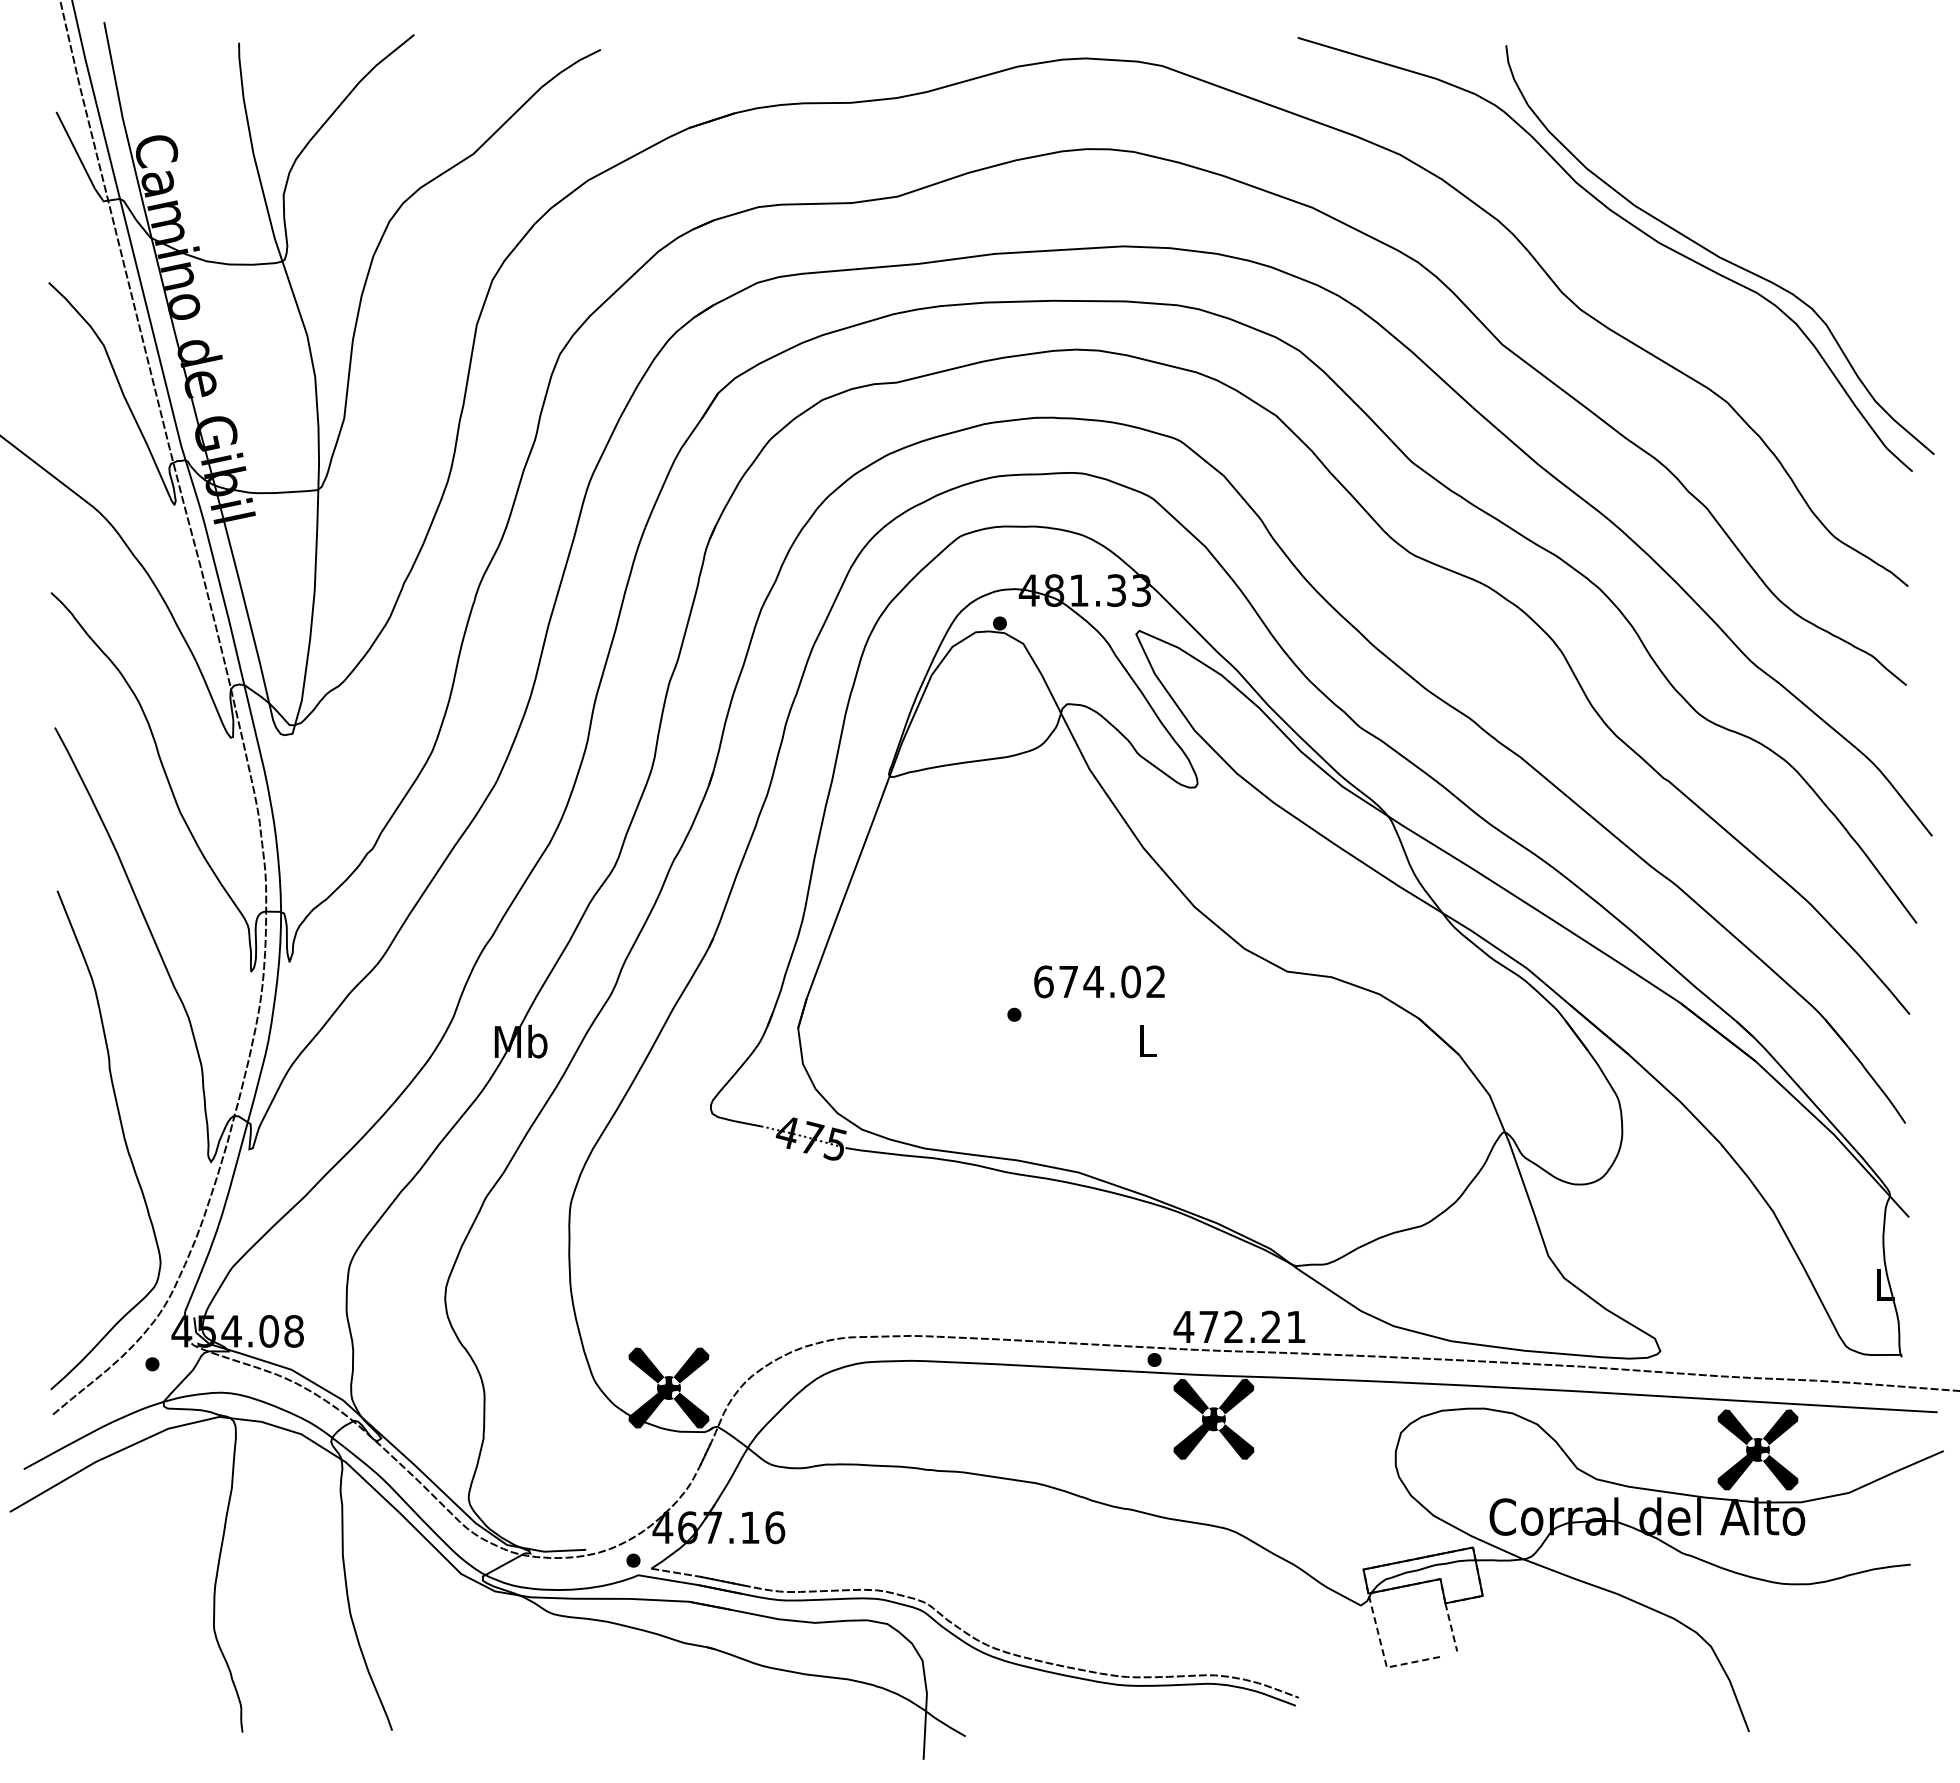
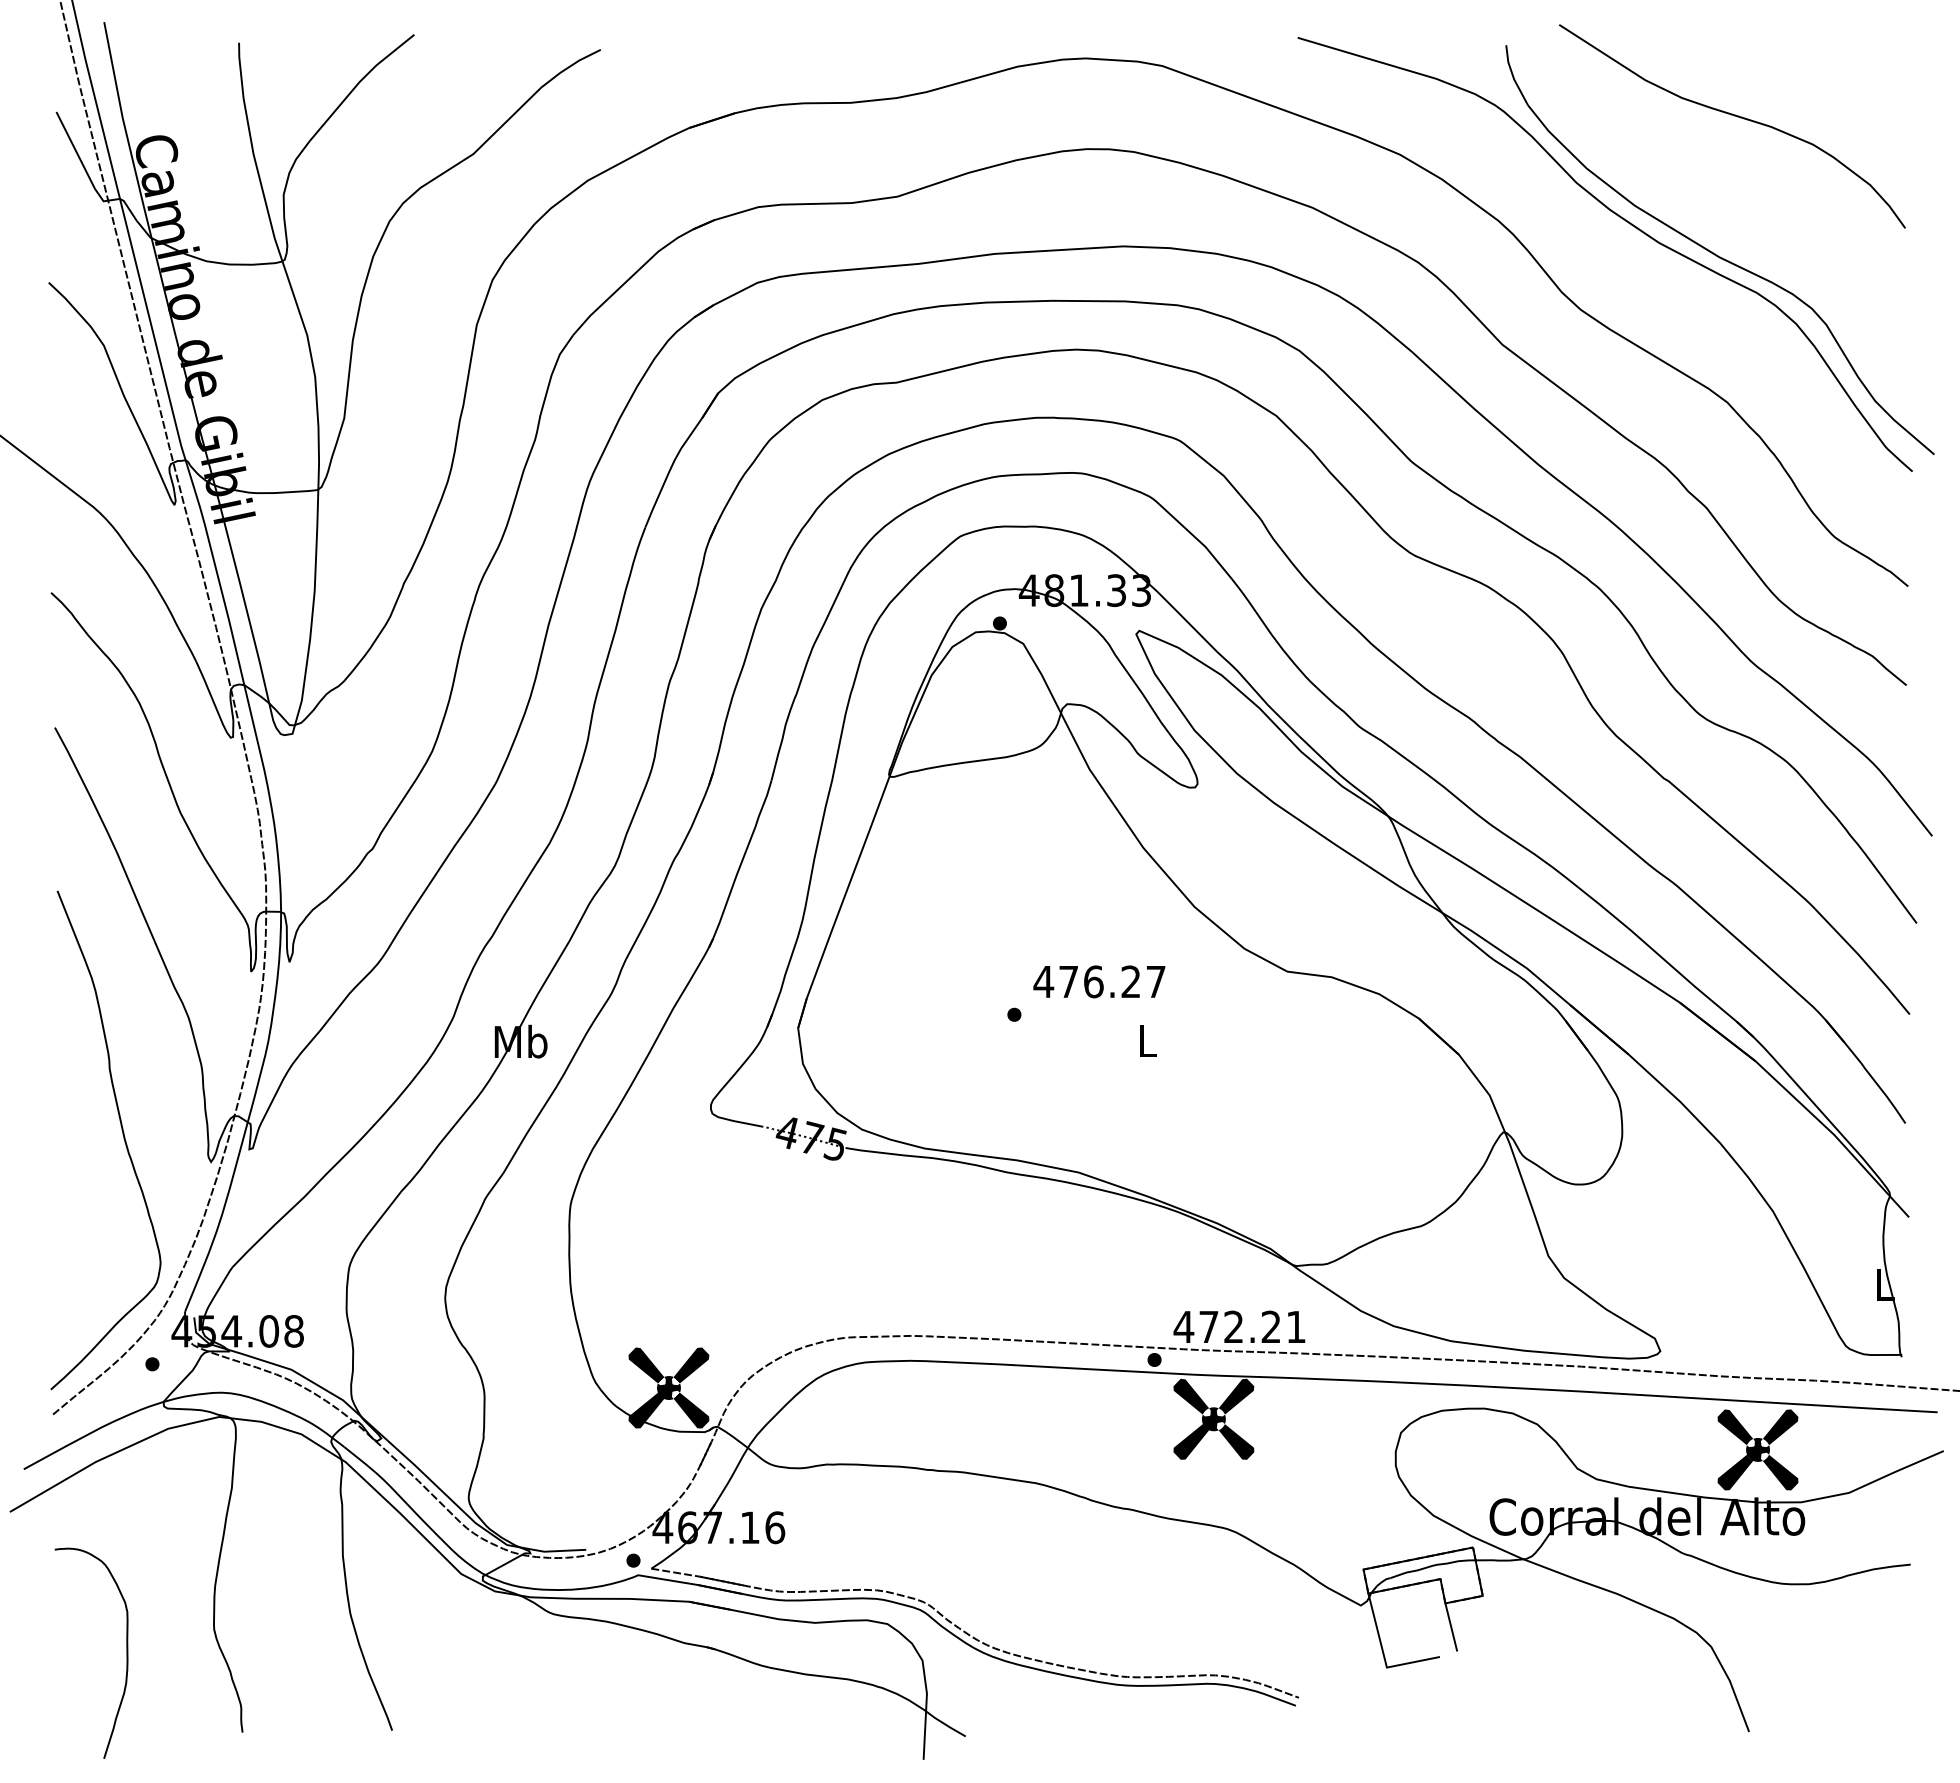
curve at (1734, 116): none -> present
text at (1099, 981): 674.02 -> 476.27
line at (1451, 1627): dashed -> solid
curve at (126, 1652): none -> present
line at (1384, 1657): dashed -> solid
